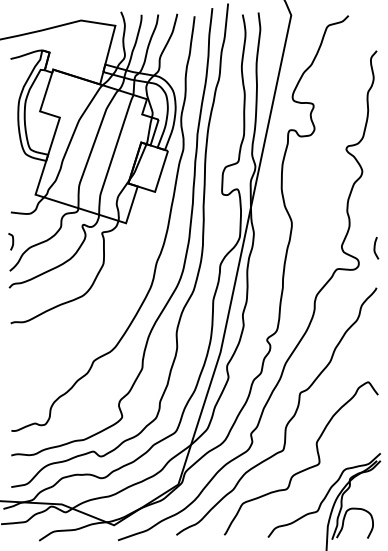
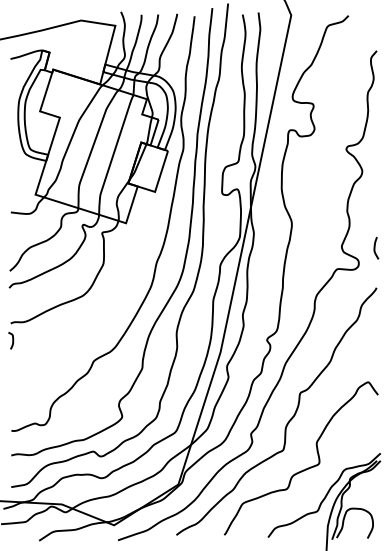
curve at (12, 241) position: (12, 241) -> (12, 340)
